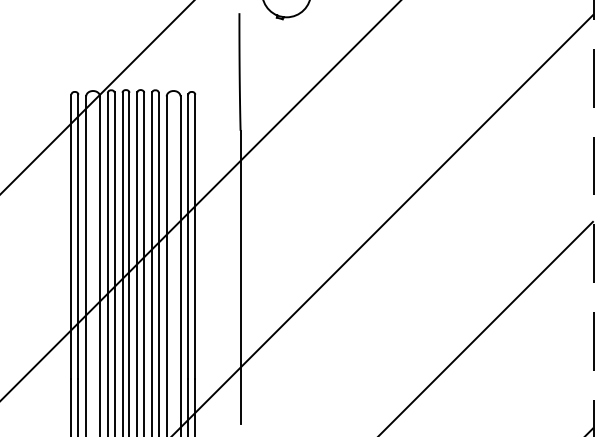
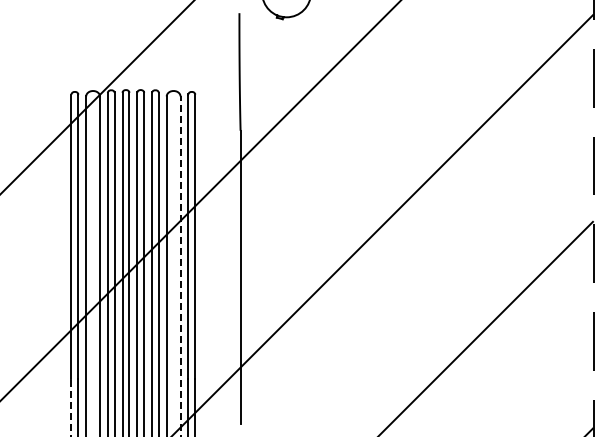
line at (180, 266): solid -> dashed
line at (71, 407): solid -> dashed
